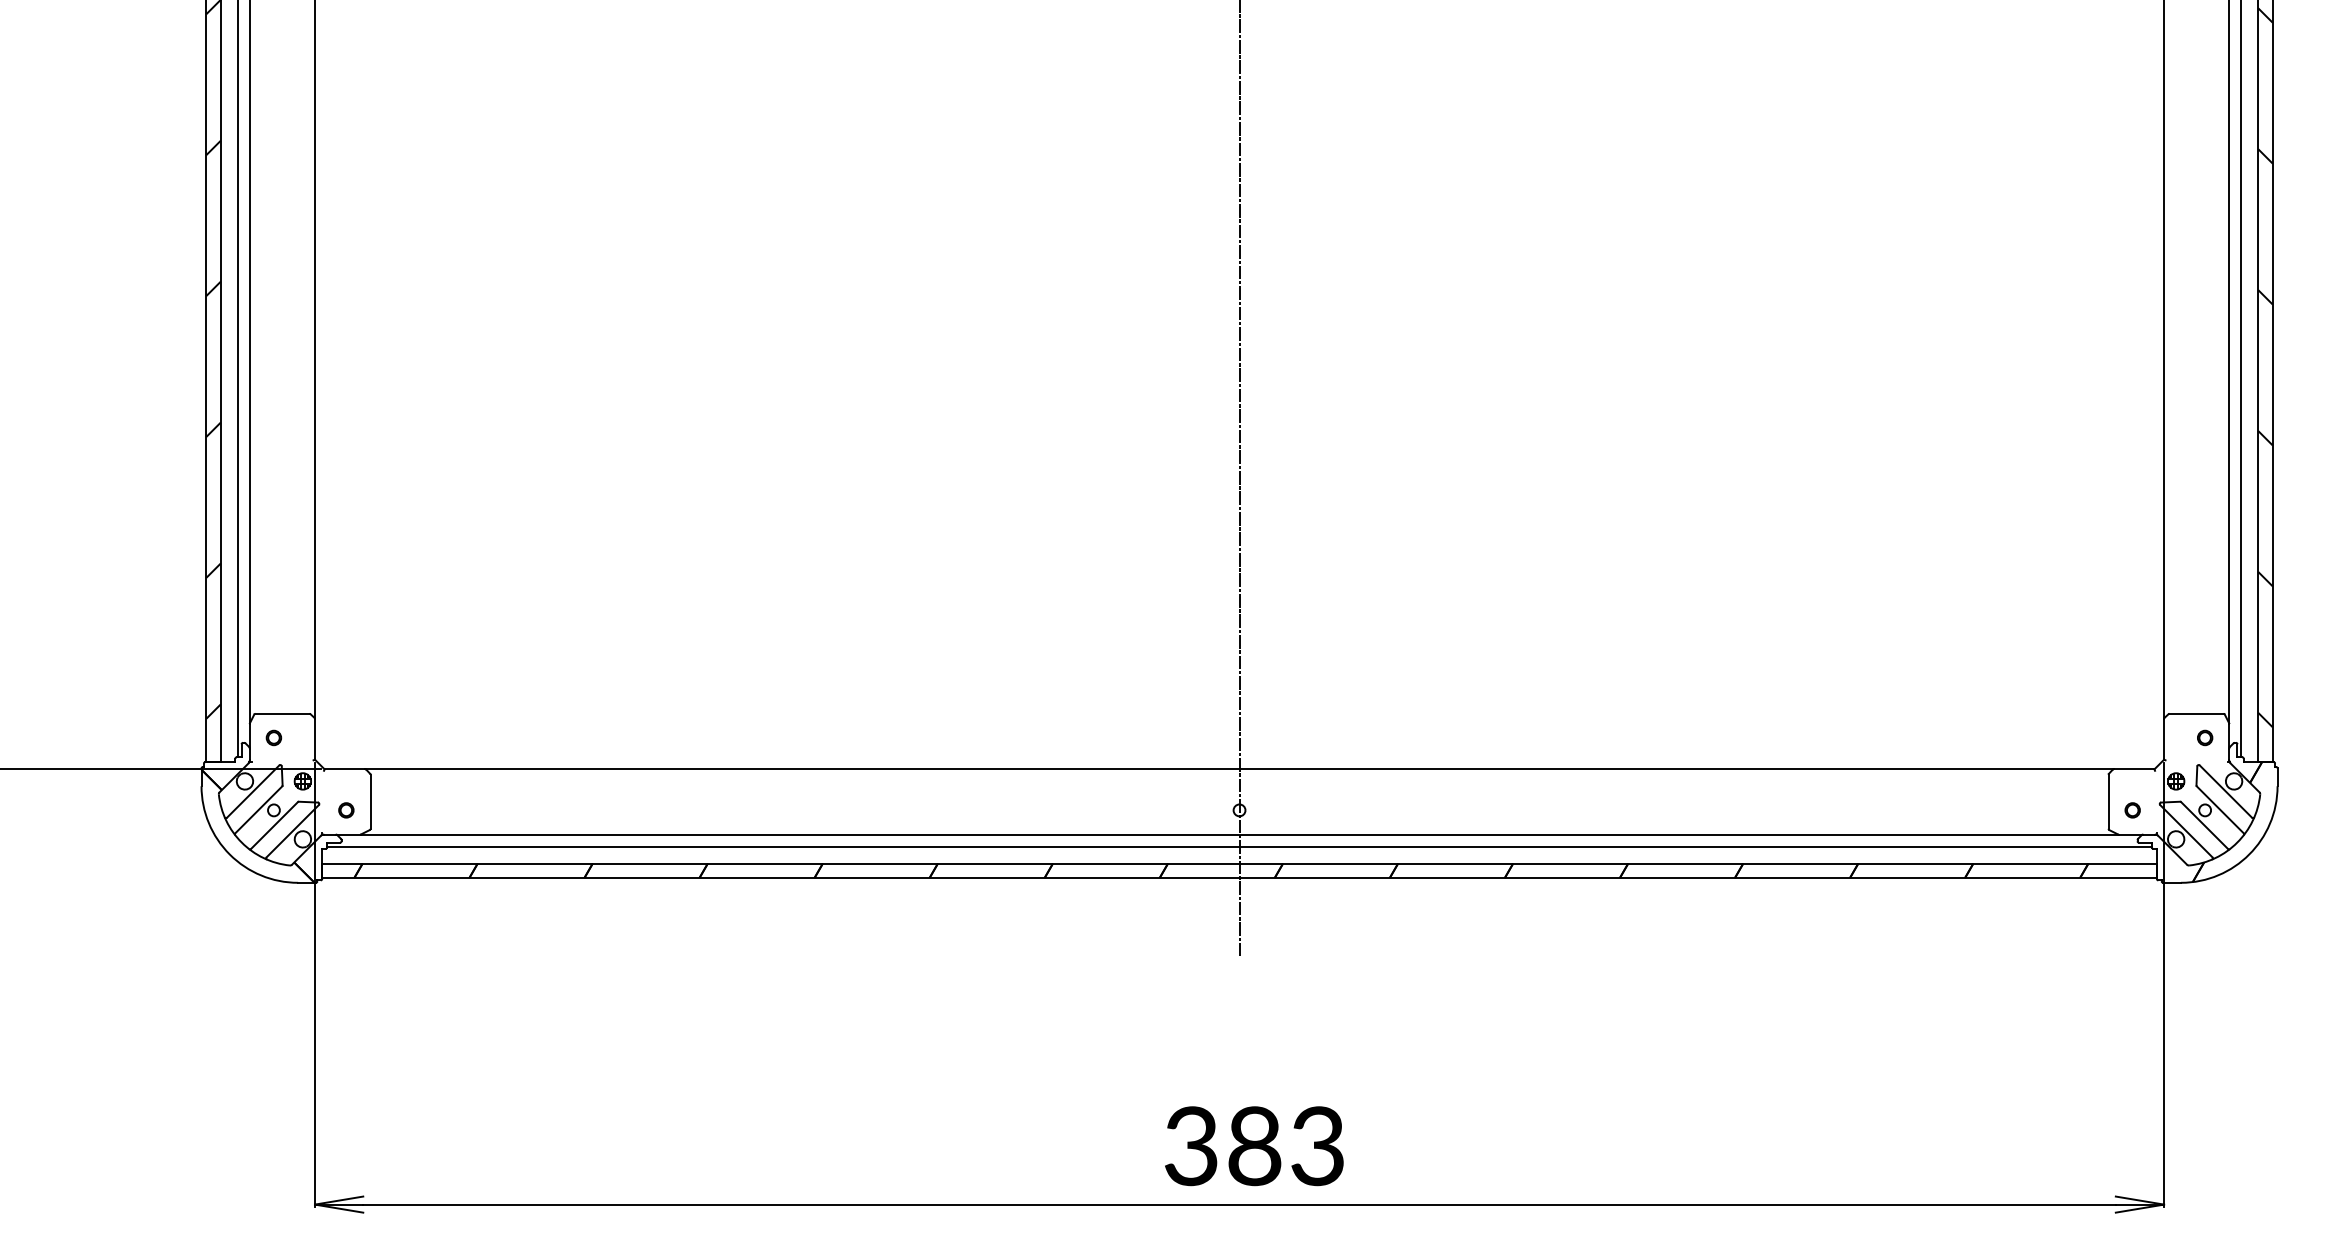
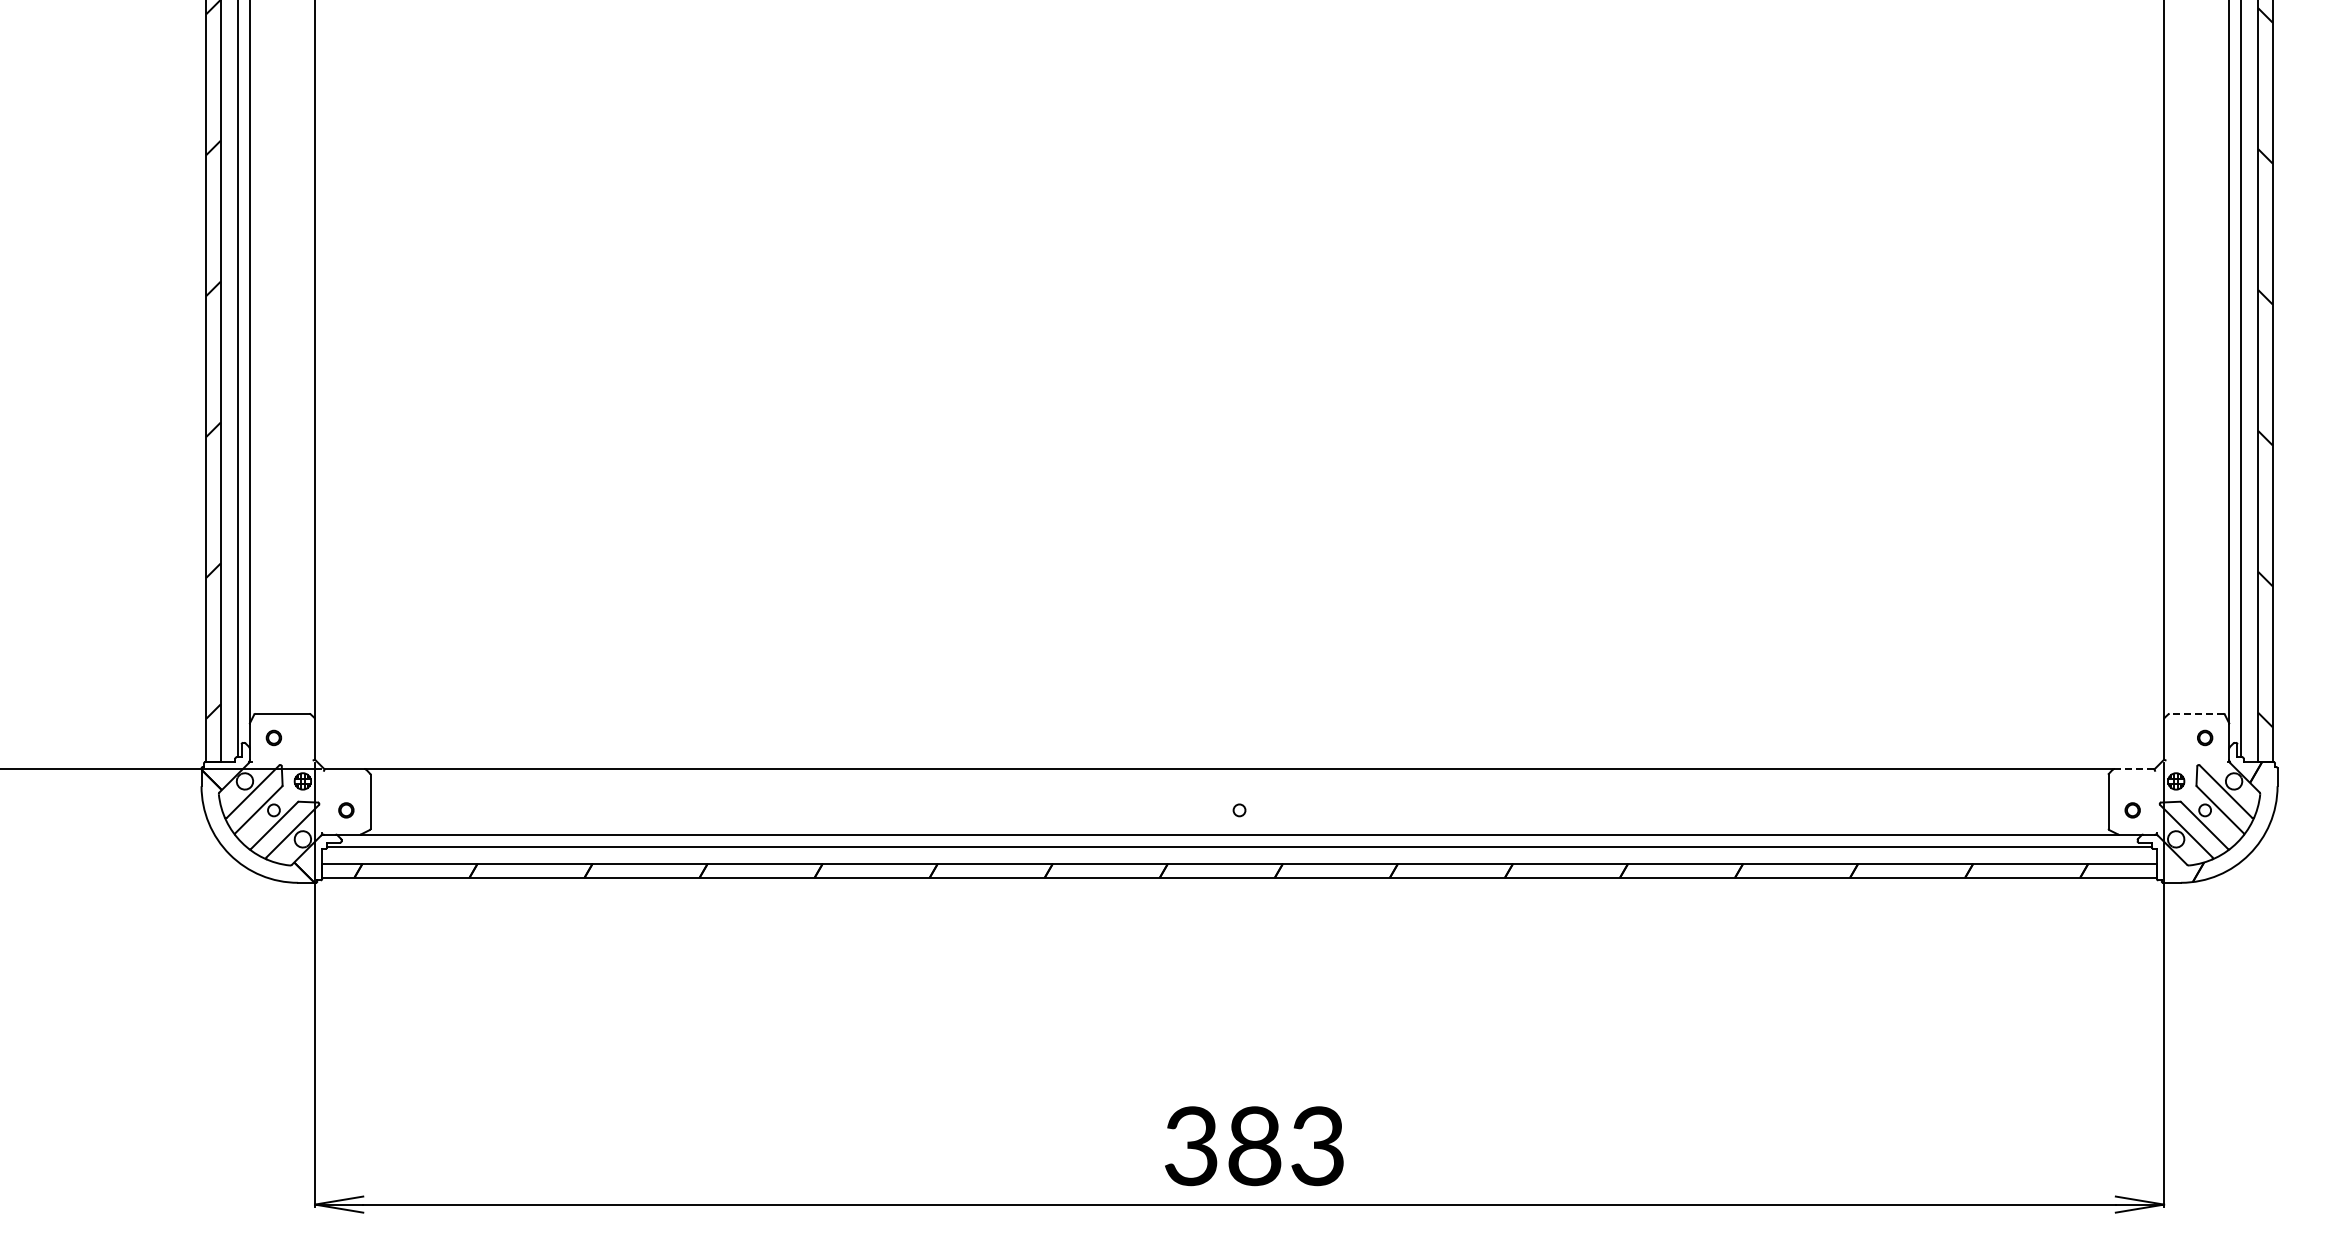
line at (1239, 479): present -> none
line at (2196, 713): solid -> dashed
line at (2133, 769): solid -> dashed
